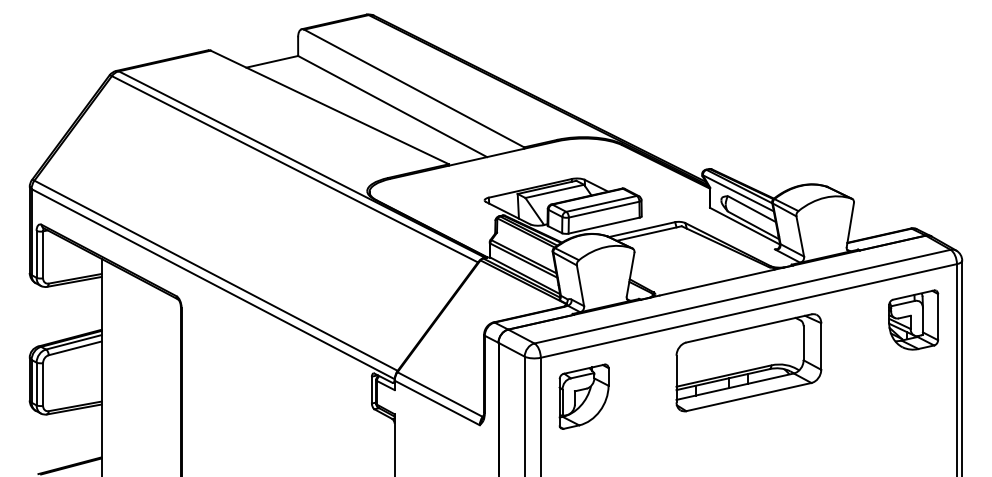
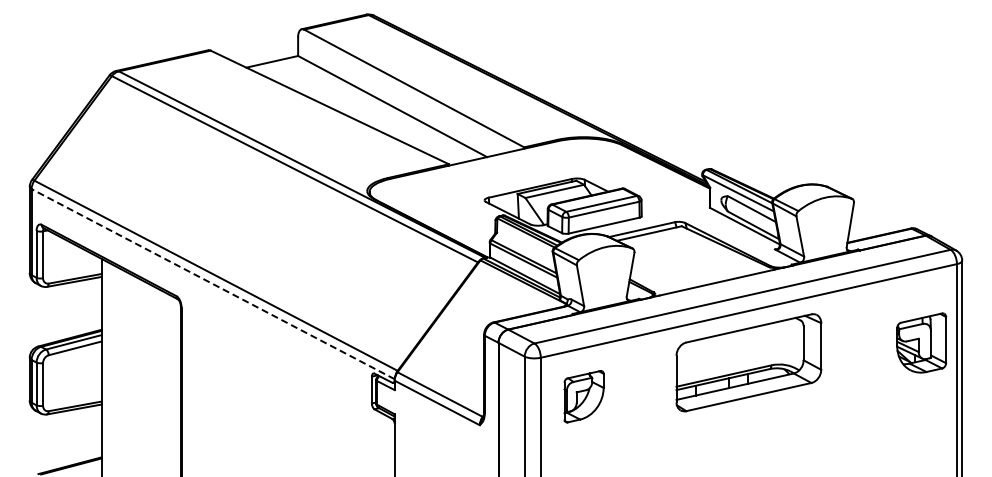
line at (213, 284): solid -> dashed
part at (913, 319) position: (913, 319) -> (921, 342)
part at (583, 396) size: 52x67 px -> 42x54 px
